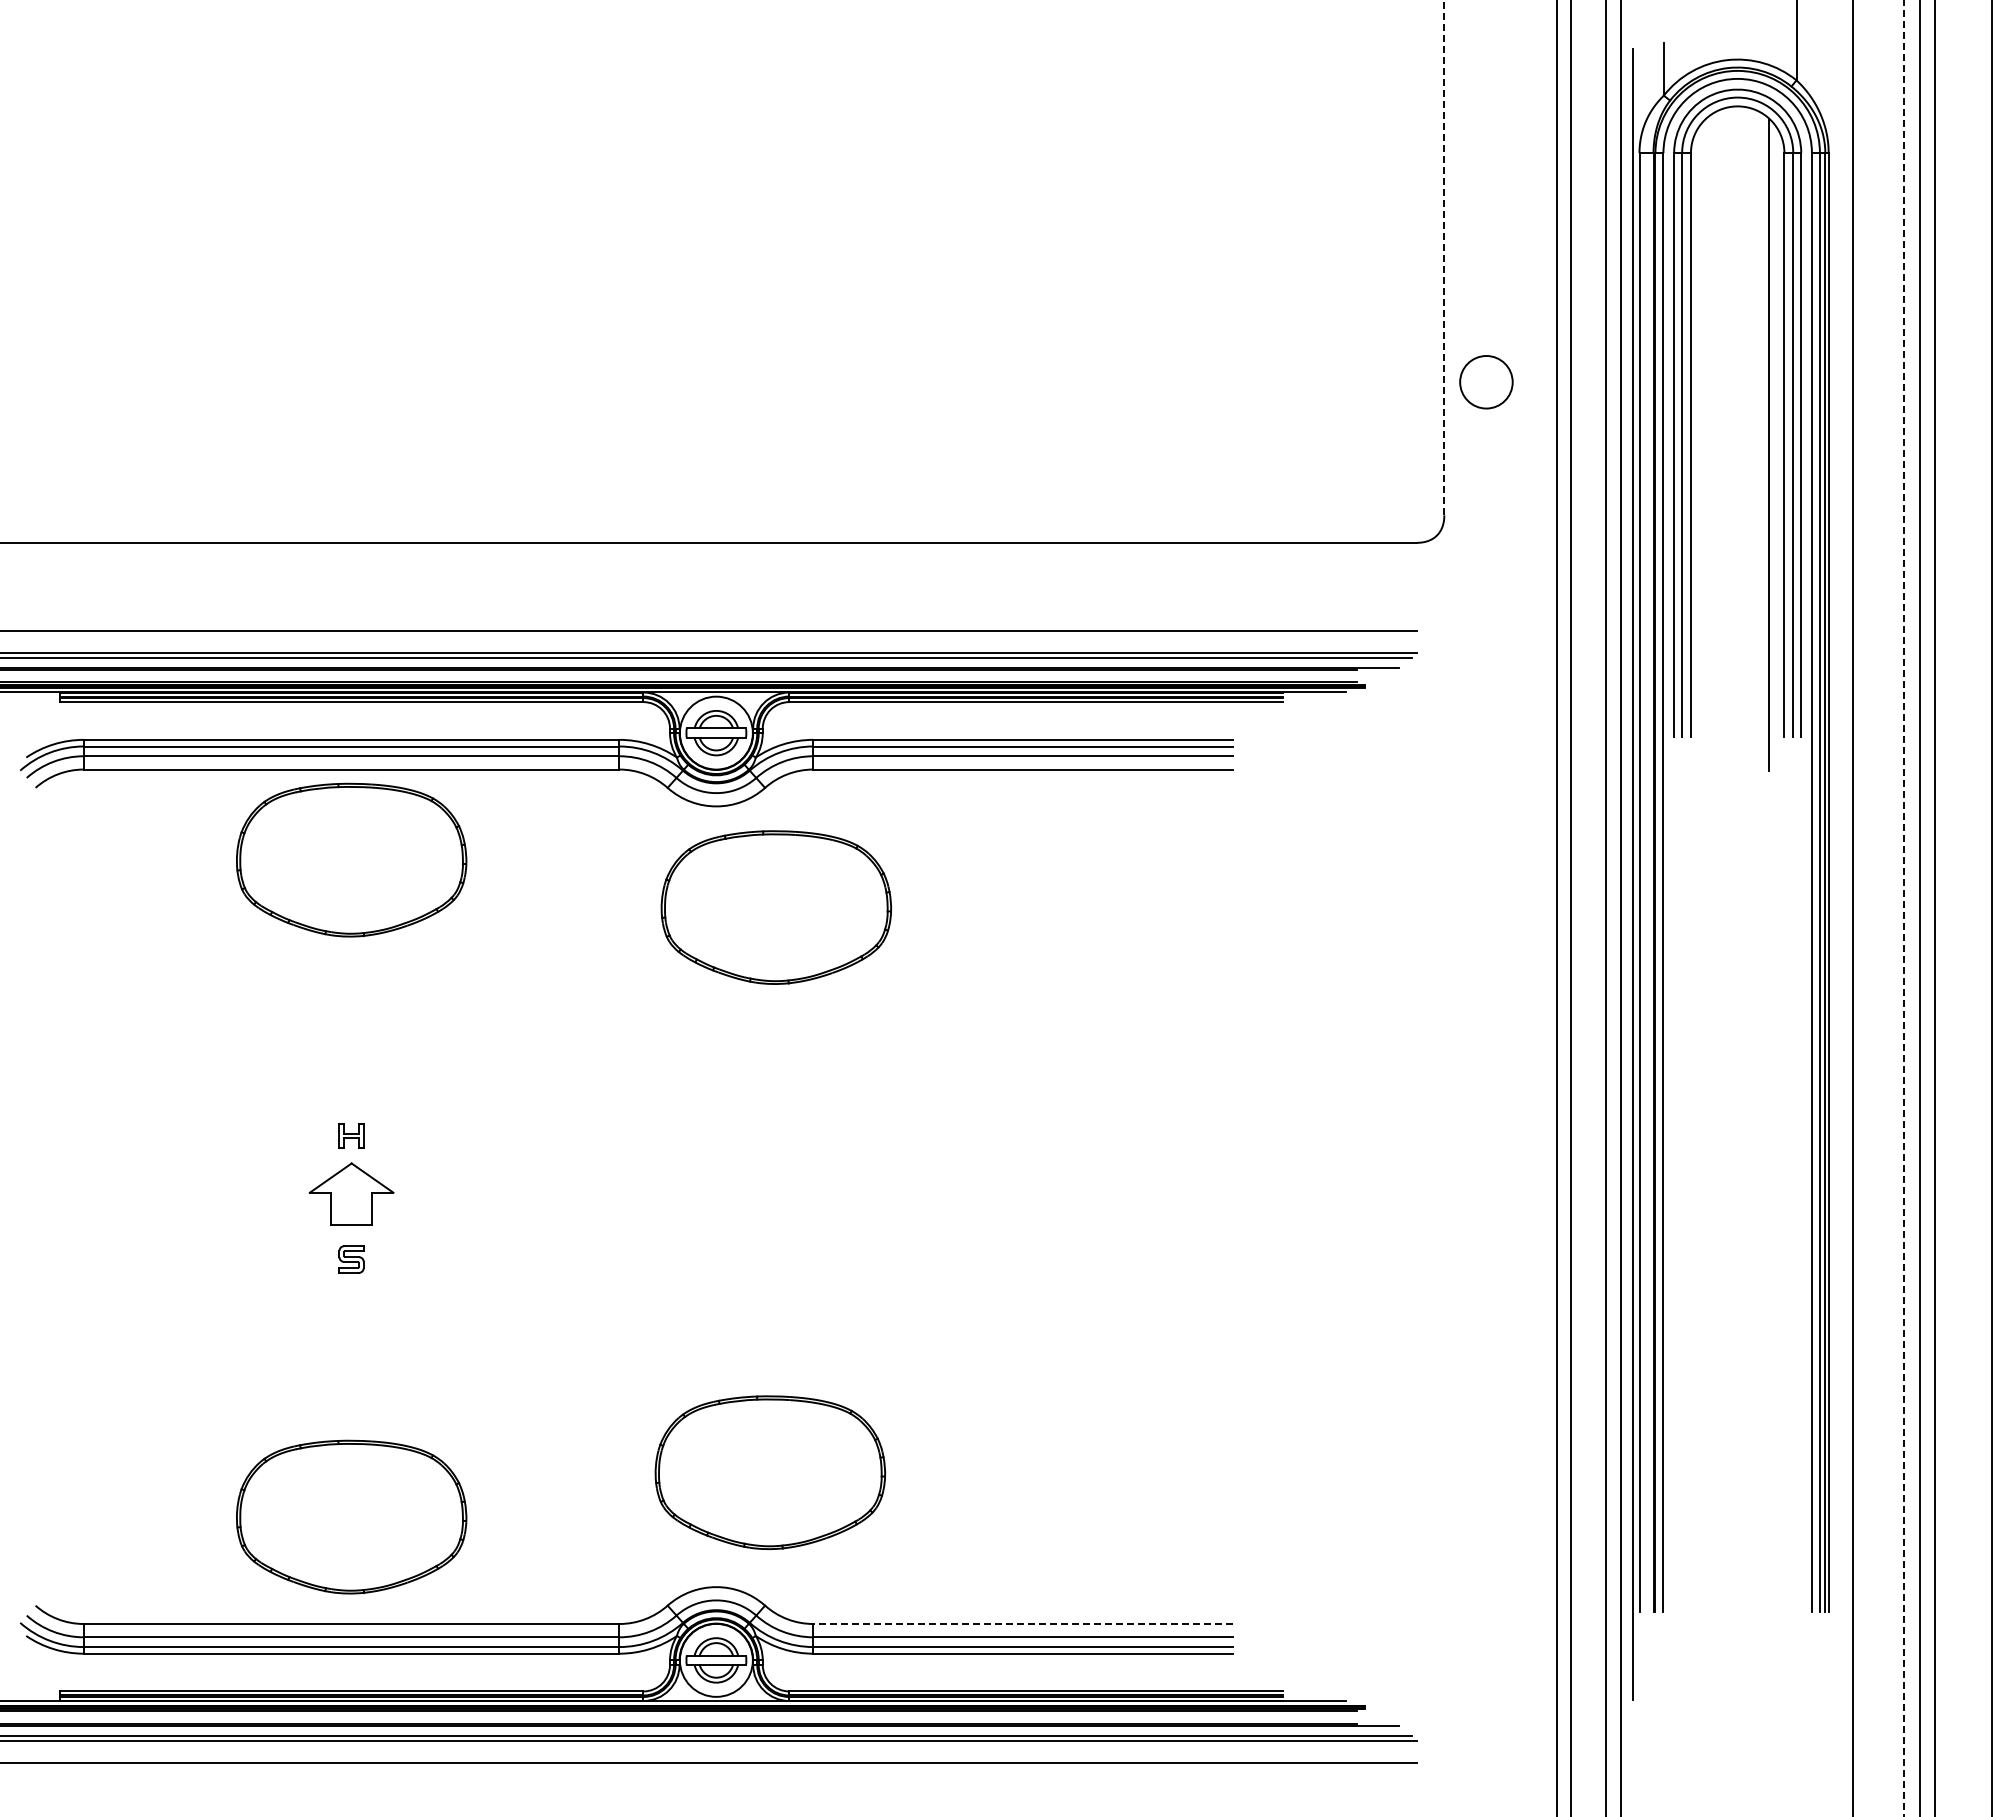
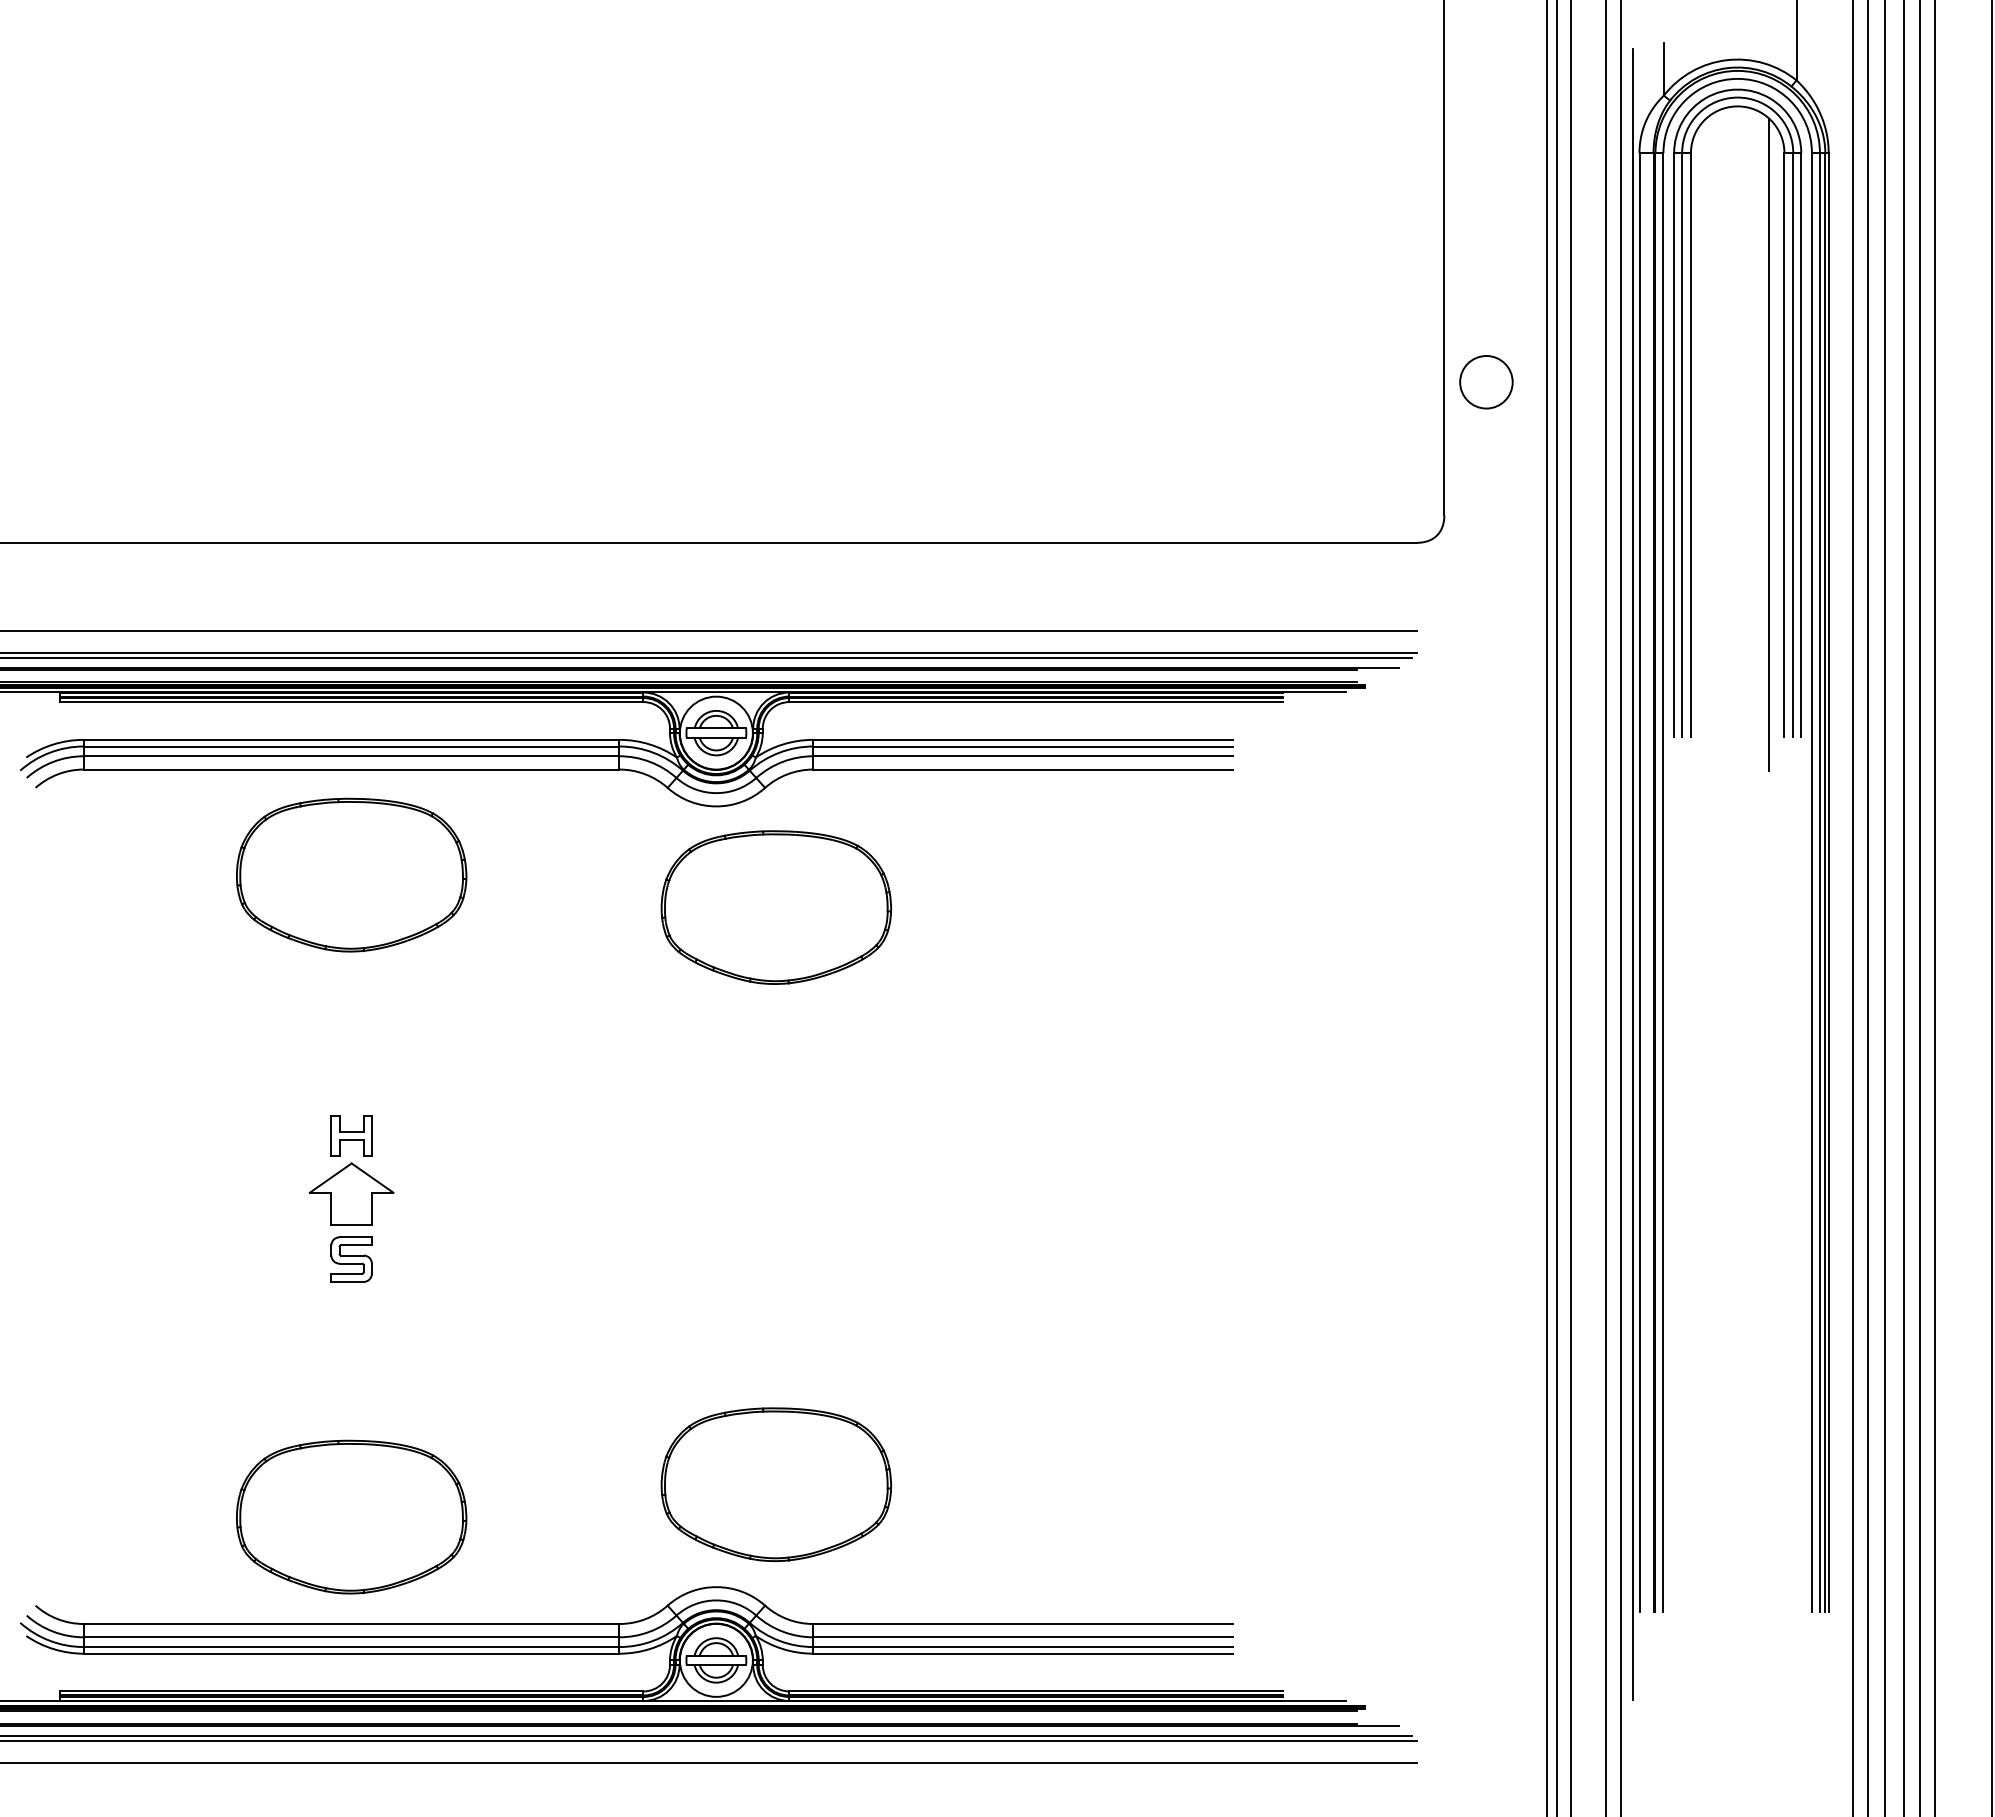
line at (1444, 257): dashed -> solid
part at (351, 859) position: (351, 859) -> (351, 874)
line at (1547, 907): none -> present
line at (1868, 907): none -> present
line at (1884, 907): none -> present
line at (1903, 908): dashed -> solid
part at (351, 1135) size: 27x26 px -> 43x42 px
part at (351, 1259) size: 27x29 px -> 43x47 px
part at (769, 1472) position: (769, 1472) -> (775, 1484)
line at (1023, 1624): dashed -> solid
